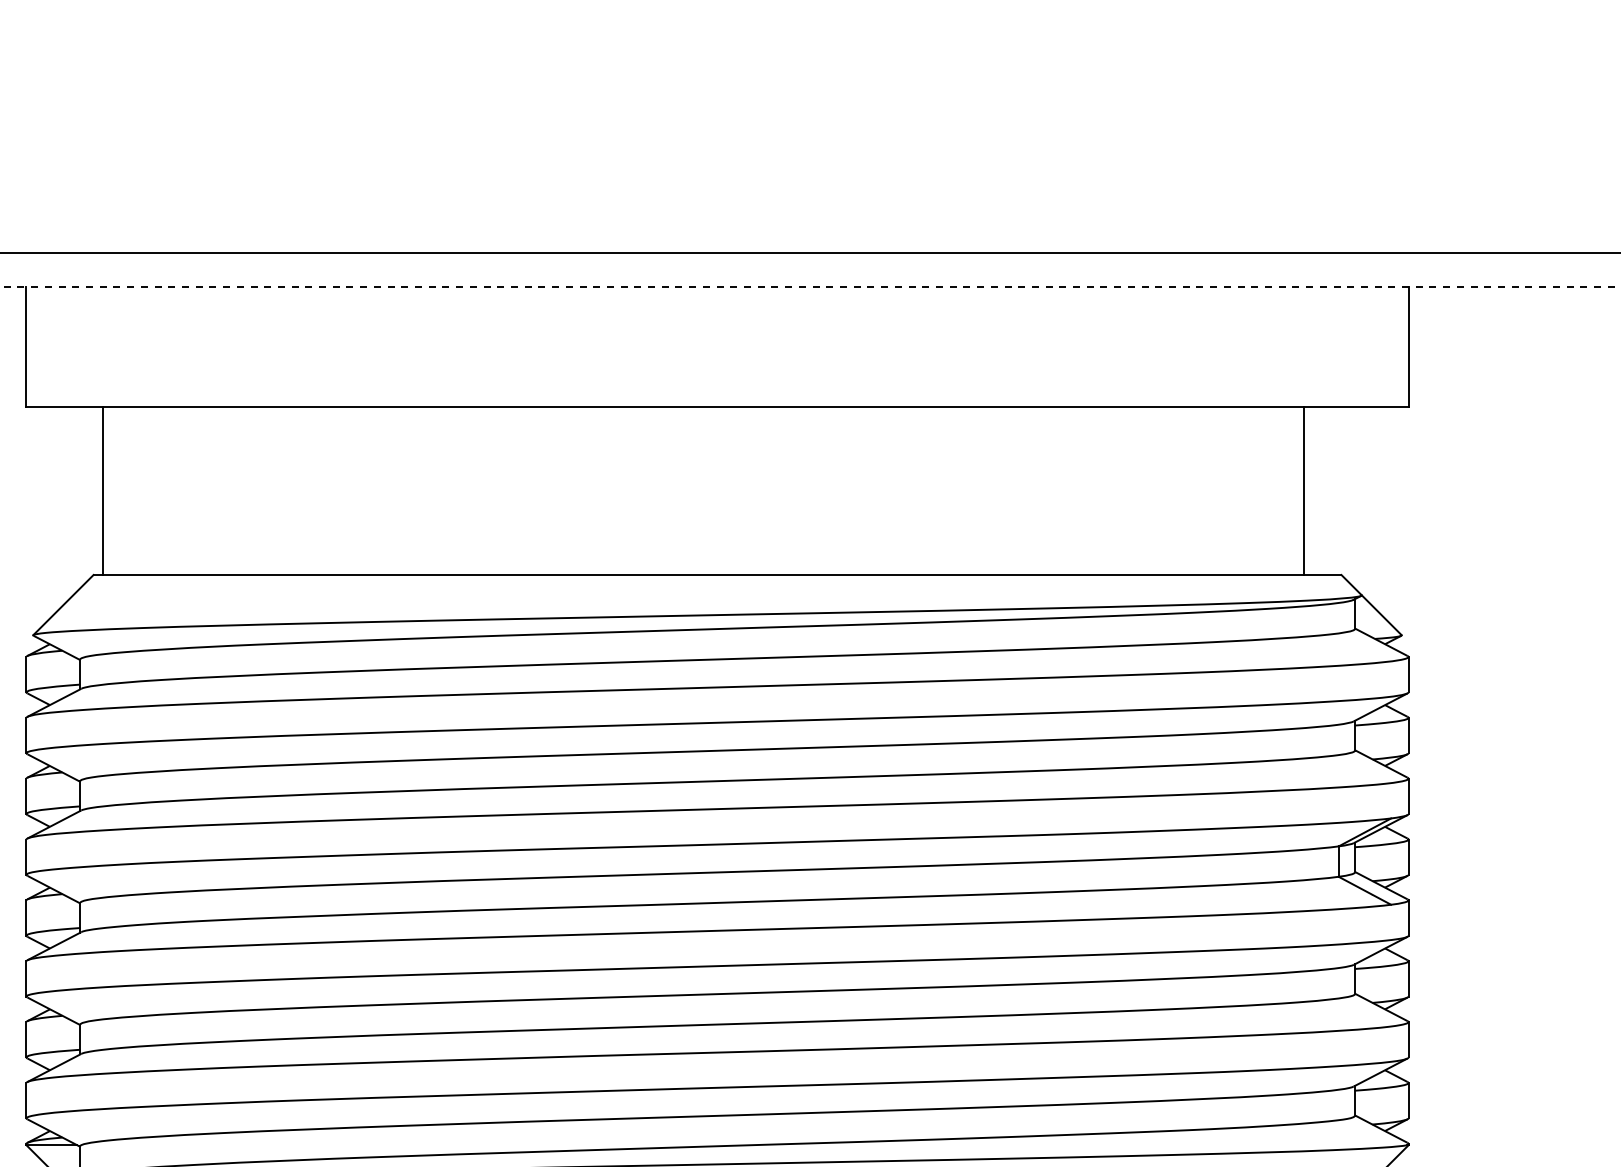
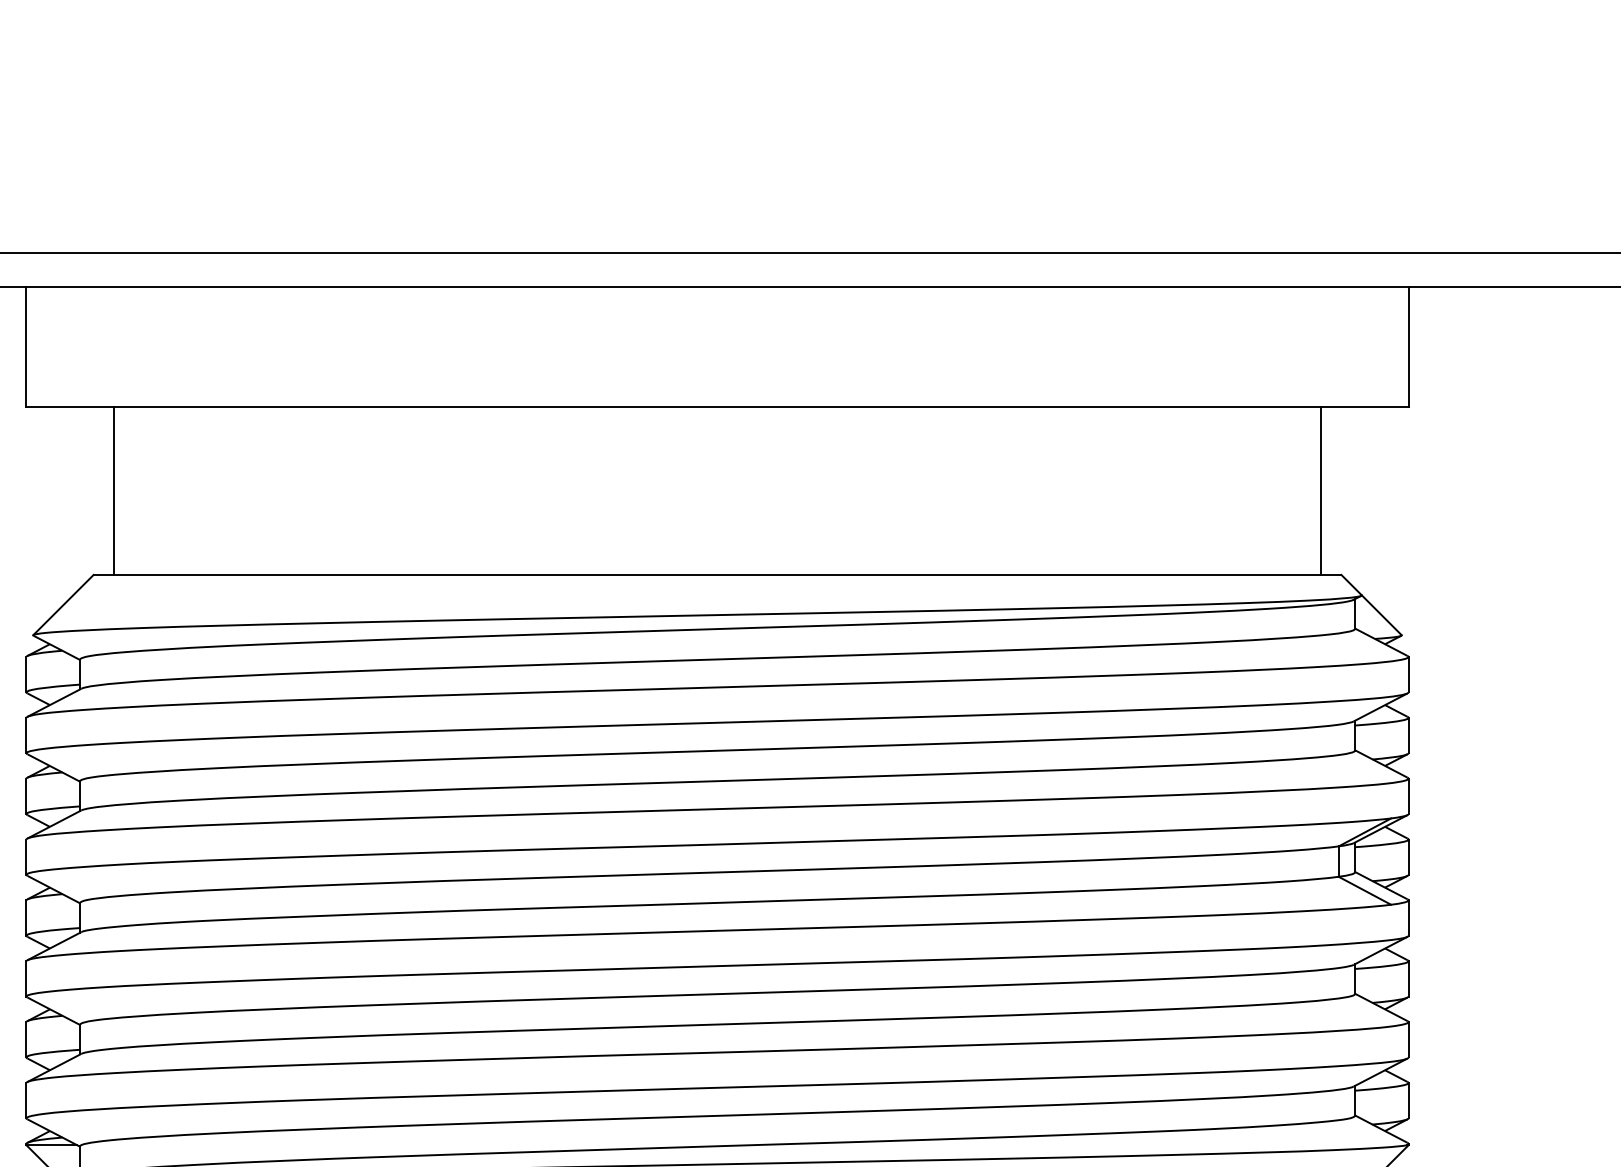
line at (810, 286): dashed -> solid
line at (102, 491) position: (102, 491) -> (113, 491)
line at (1304, 491) position: (1304, 491) -> (1321, 491)
